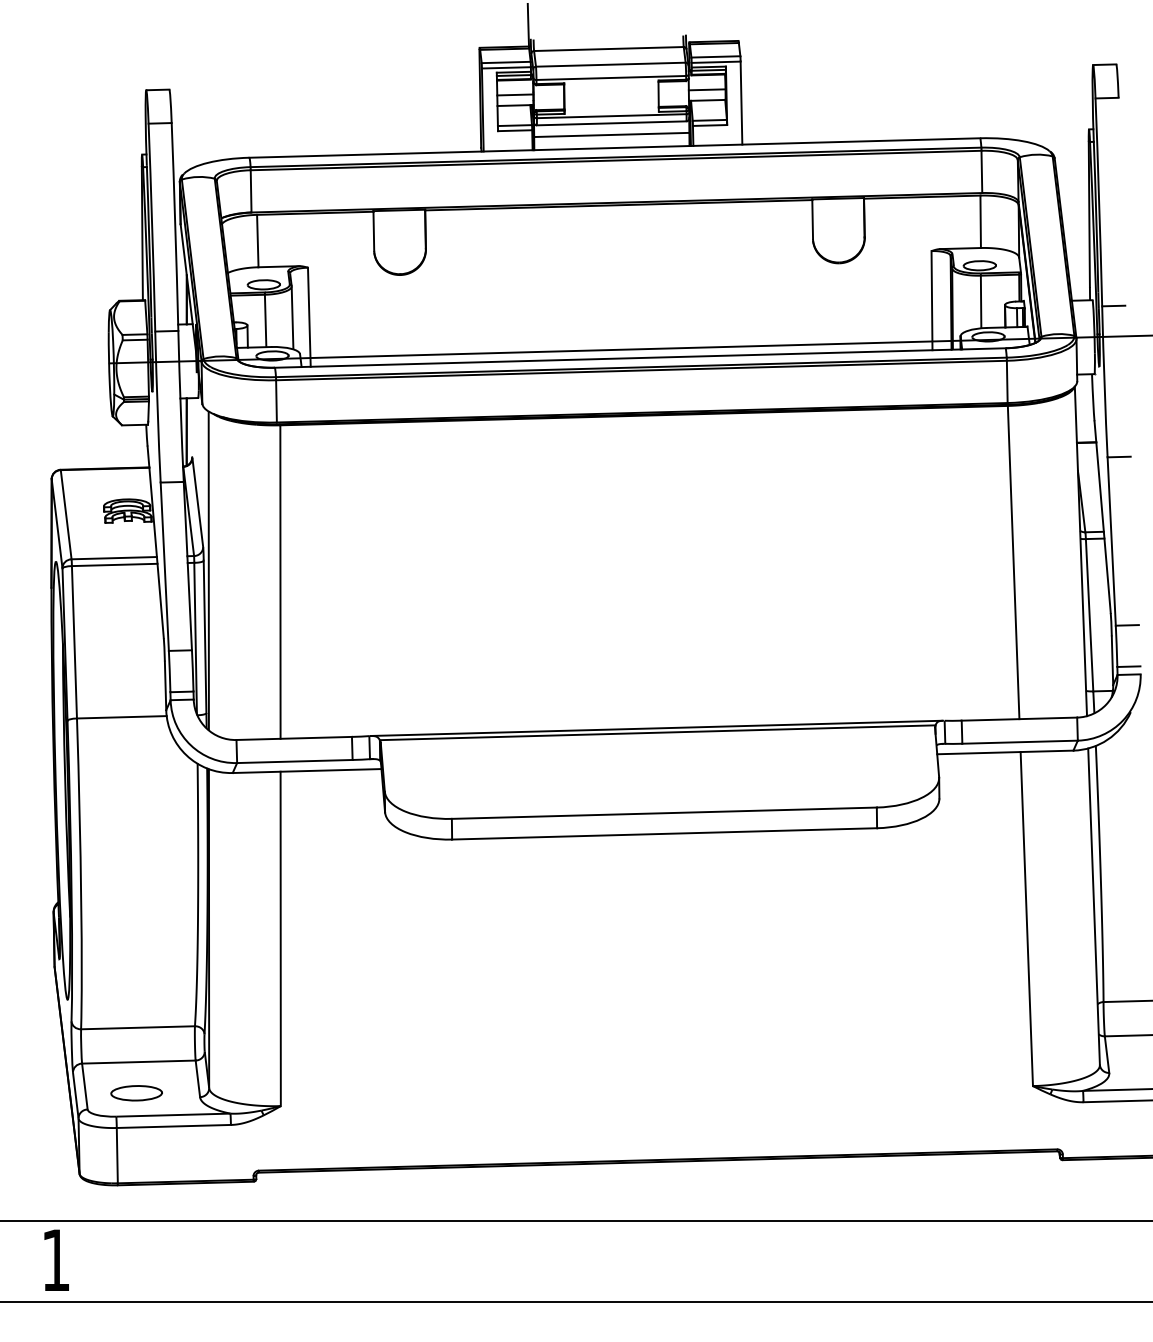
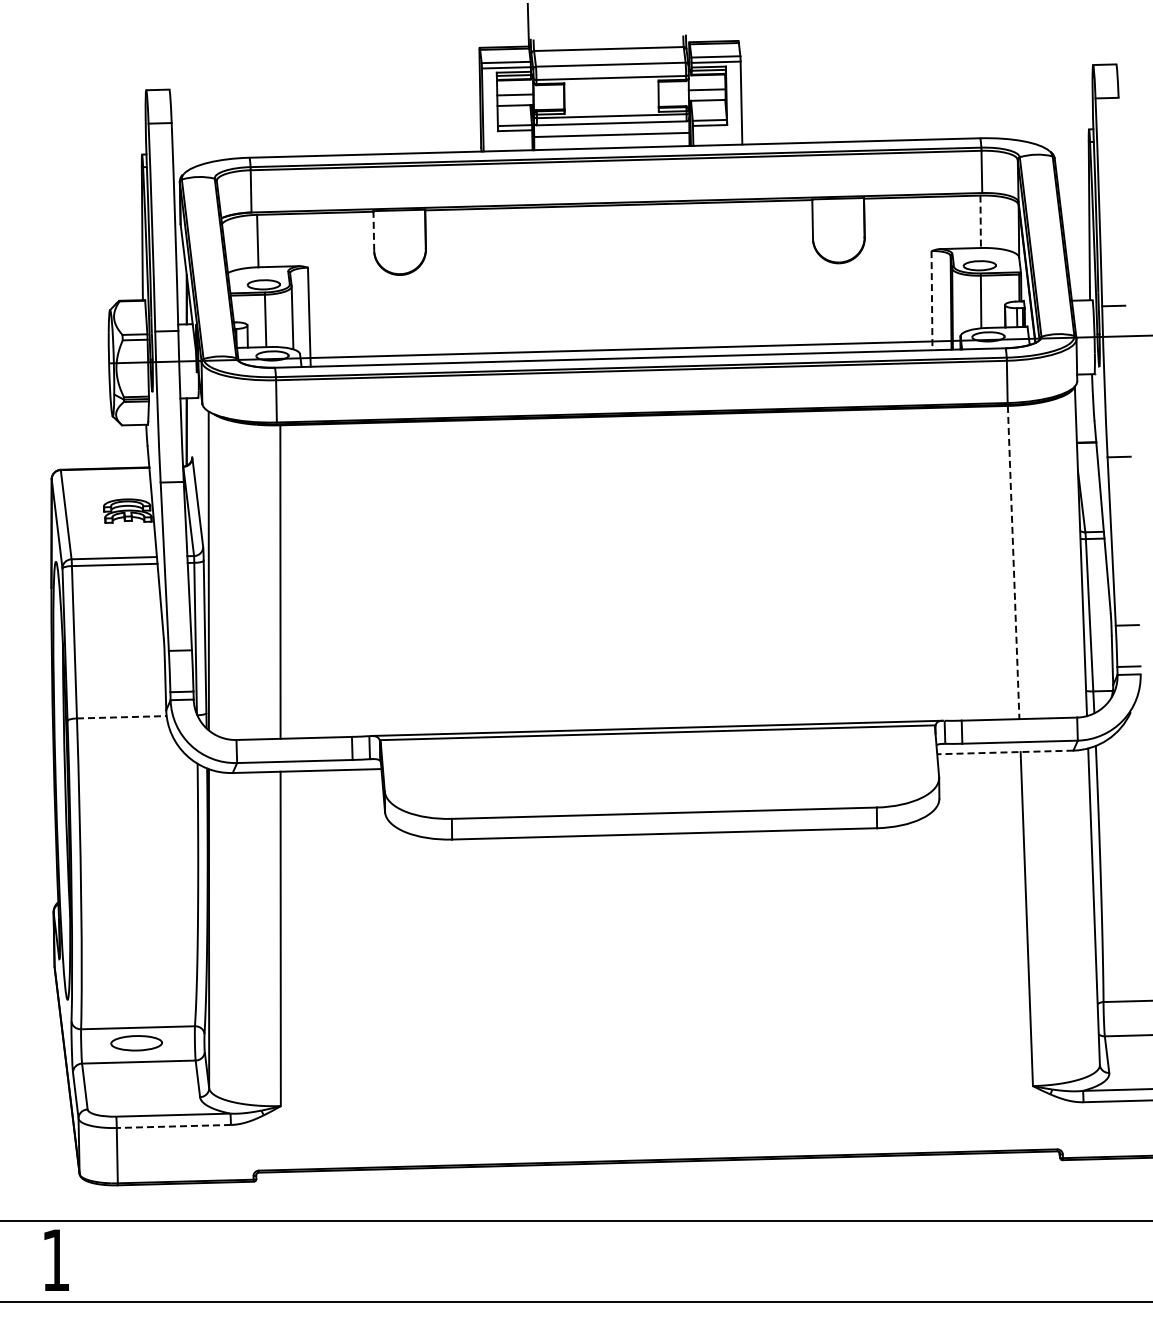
line at (980, 222): solid -> dashed
line at (373, 231): solid -> dashed
line at (932, 300): solid -> dashed
line at (1013, 562): solid -> dashed
line at (121, 717): solid -> dashed
line at (1004, 752): solid -> dashed
part at (136, 1093) position: (136, 1093) -> (136, 1043)
line at (173, 1126): solid -> dashed
